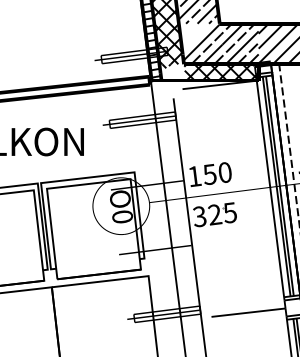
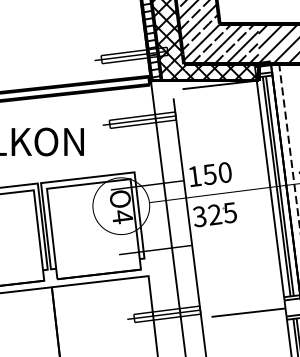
hatch at (194, 36): none -> present
hatch at (172, 72): none -> present
text at (122, 217): O0 -> O4
